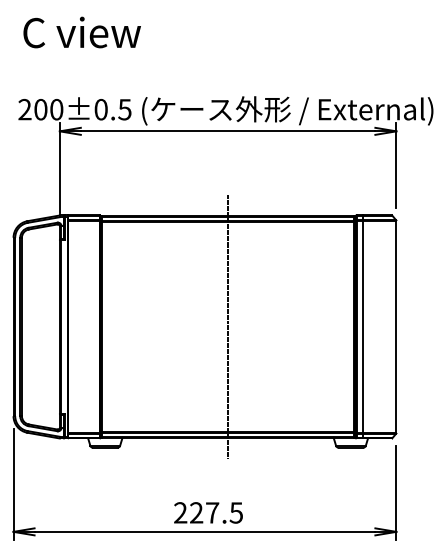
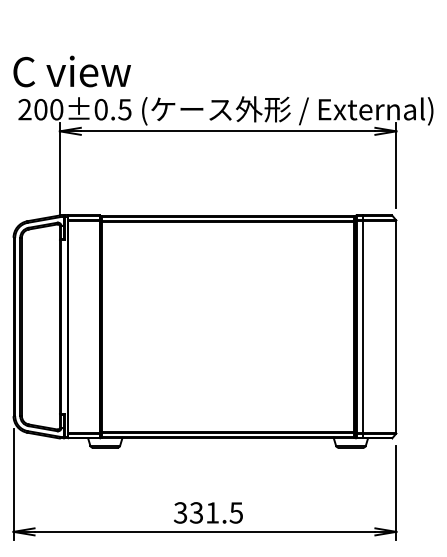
text at (81, 32) position: (81, 32) -> (71, 71)
line at (228, 326): present -> none
text at (196, 512): 227.5 -> 331.5
